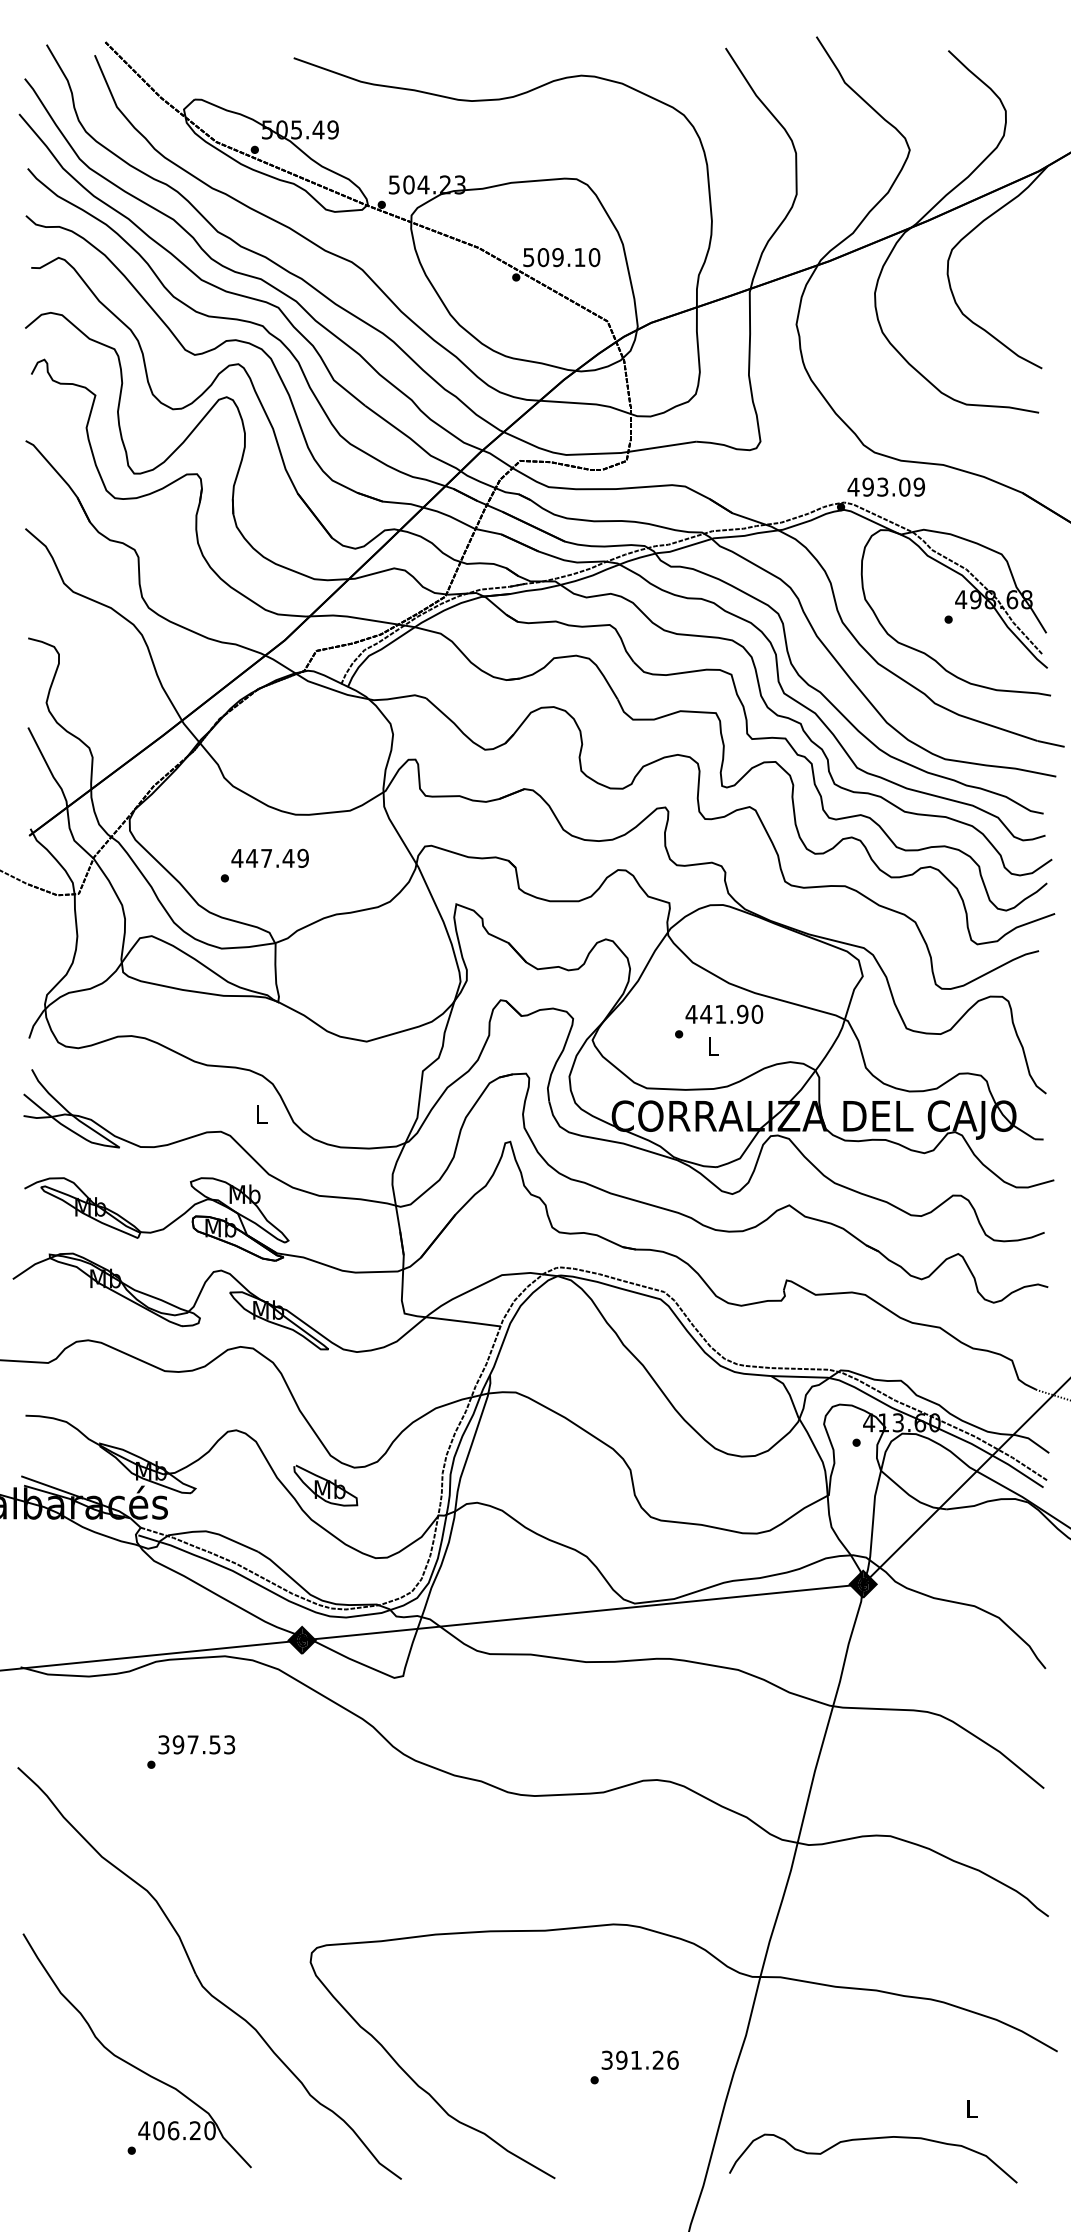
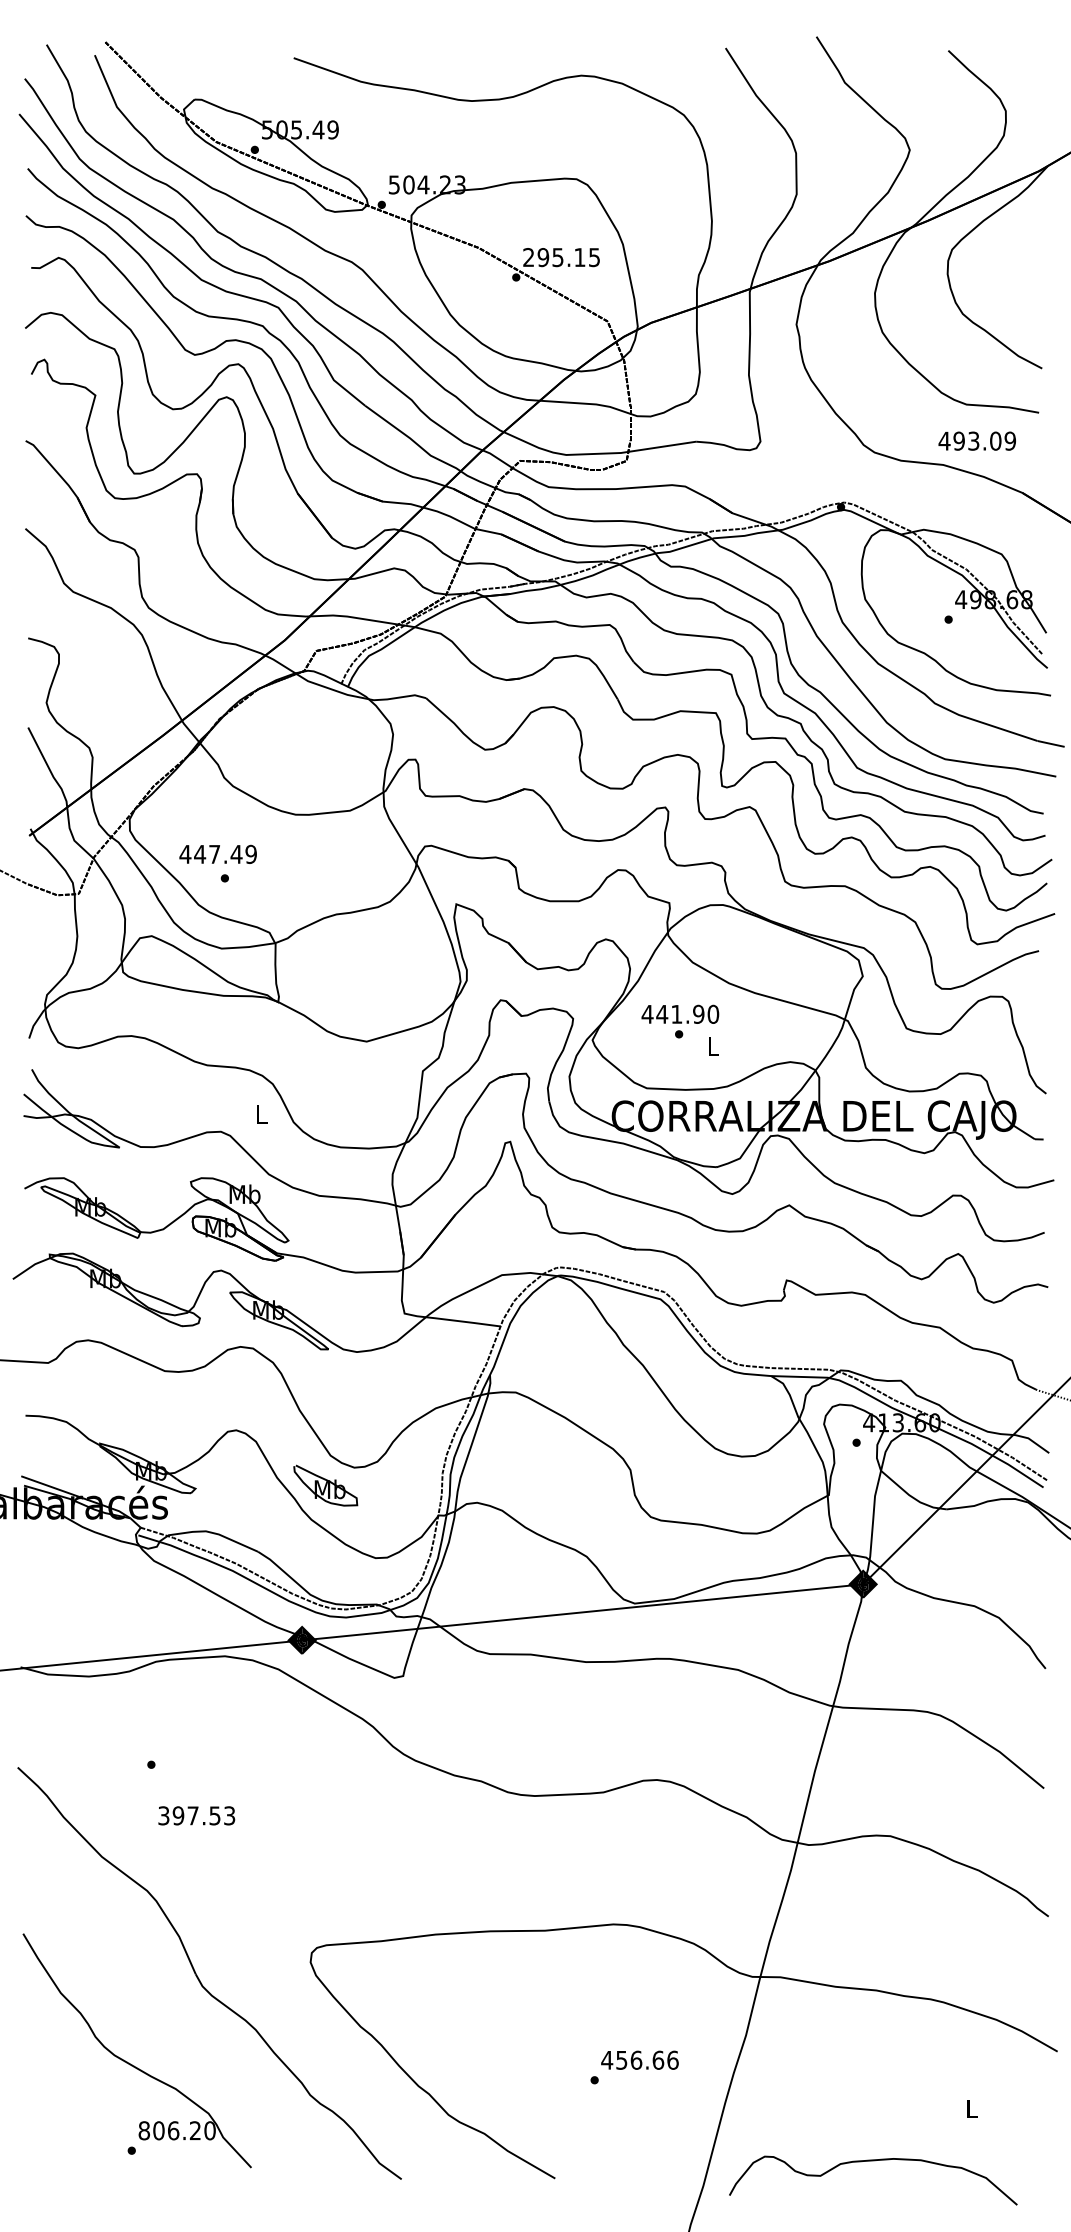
text at (561, 257): 509.10 -> 295.15
text at (885, 486) position: (885, 486) -> (976, 440)
text at (269, 857) position: (269, 857) -> (217, 853)
text at (724, 1013) position: (724, 1013) -> (680, 1013)
text at (196, 1744) position: (196, 1744) -> (196, 1815)
text at (632, 2059): 391.26 -> 456.66
text at (144, 2130): 406.20 -> 806.20
curve at (873, 2139) position: (873, 2139) -> (873, 2161)
